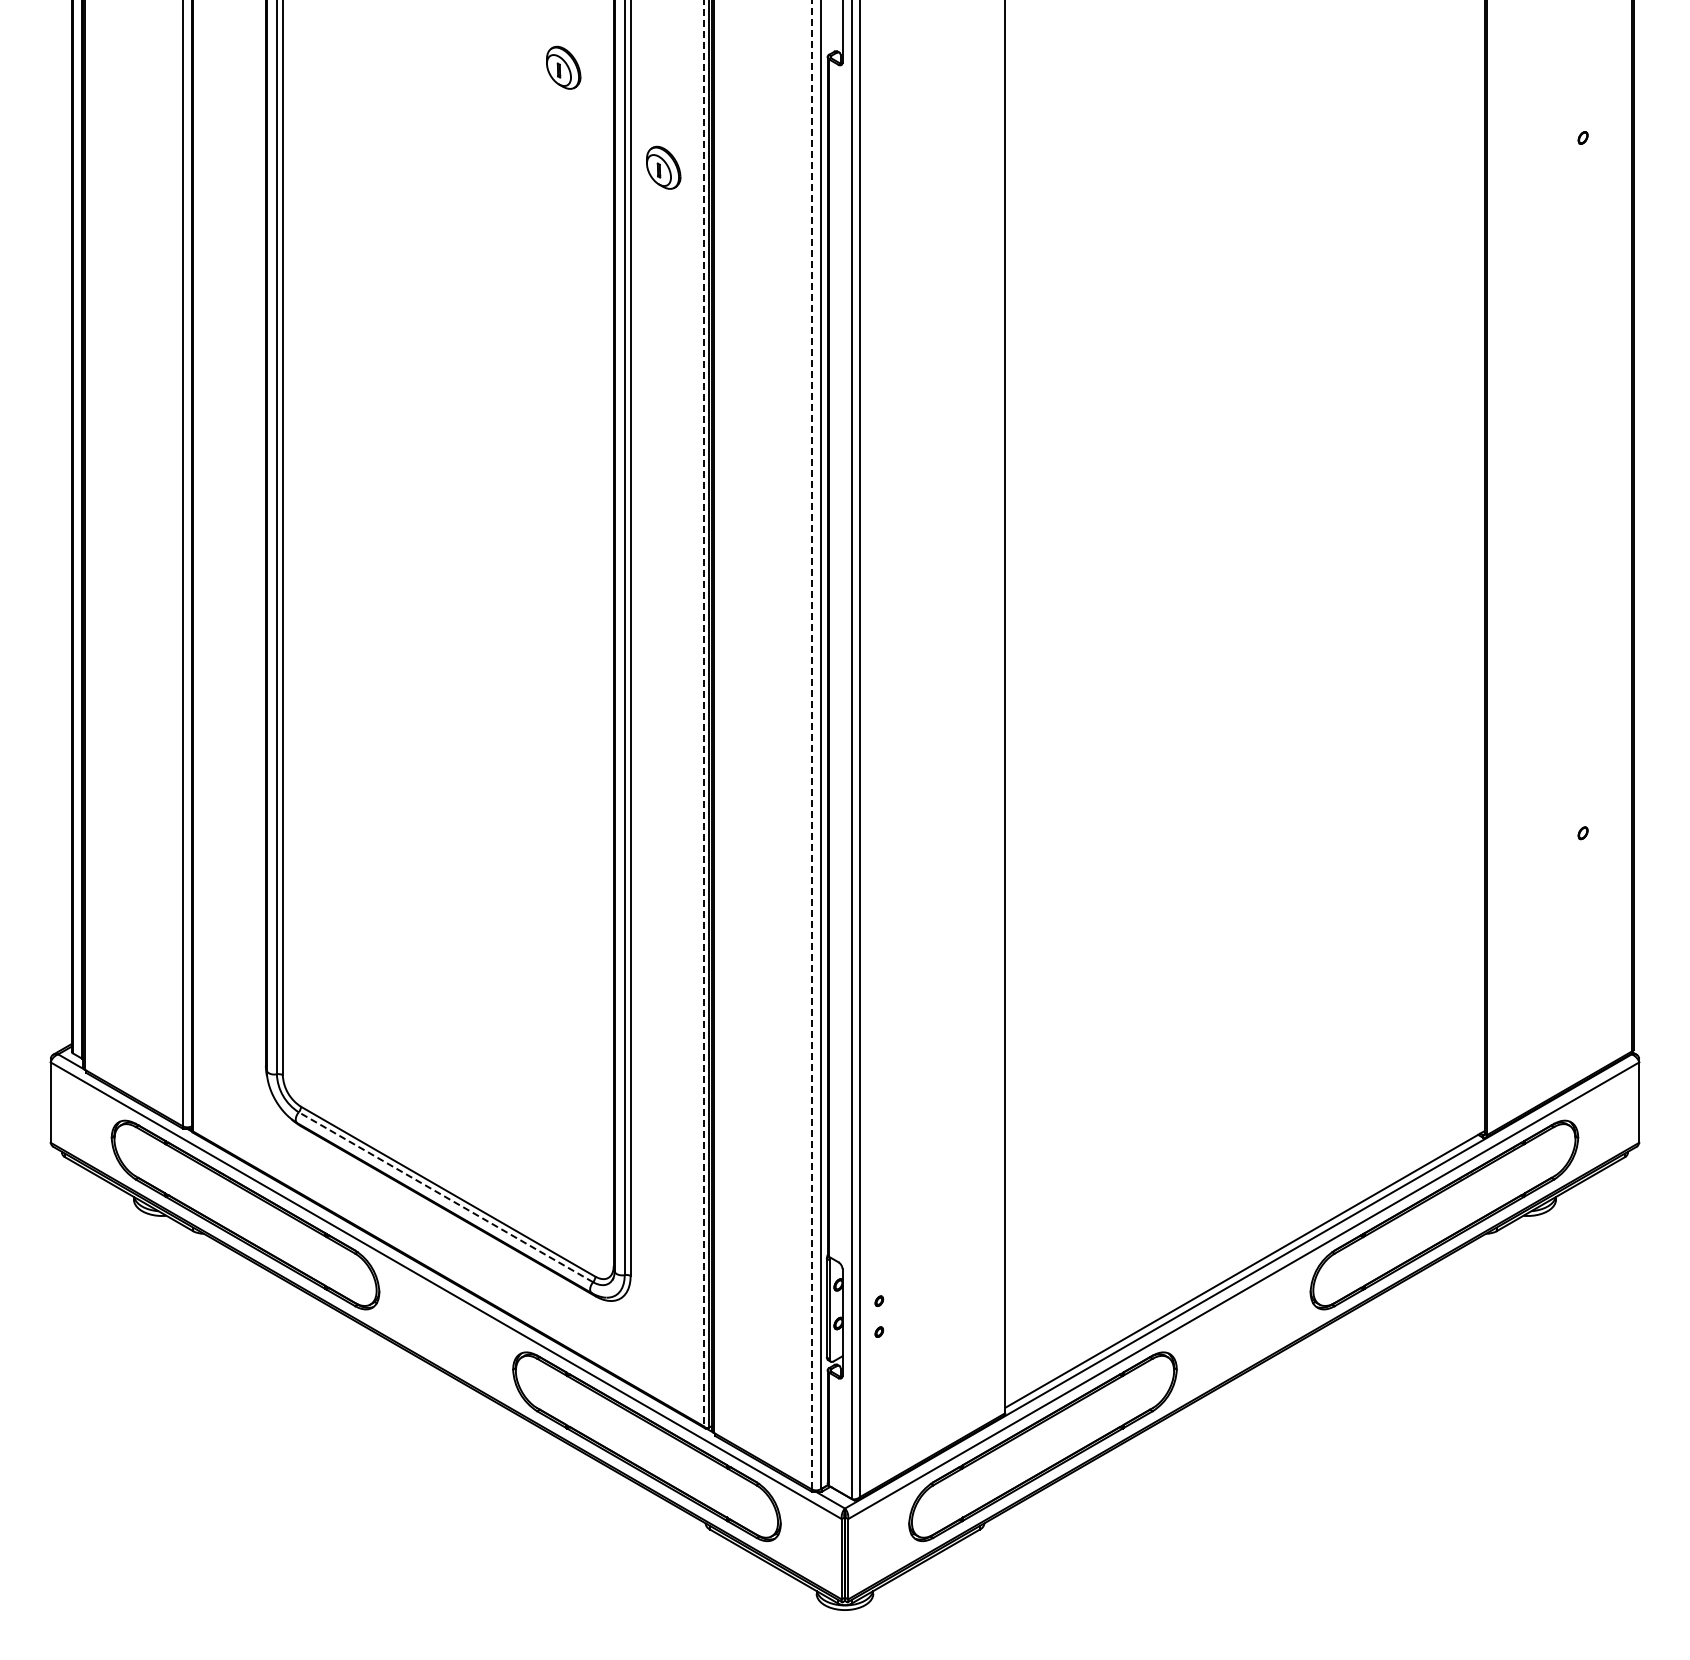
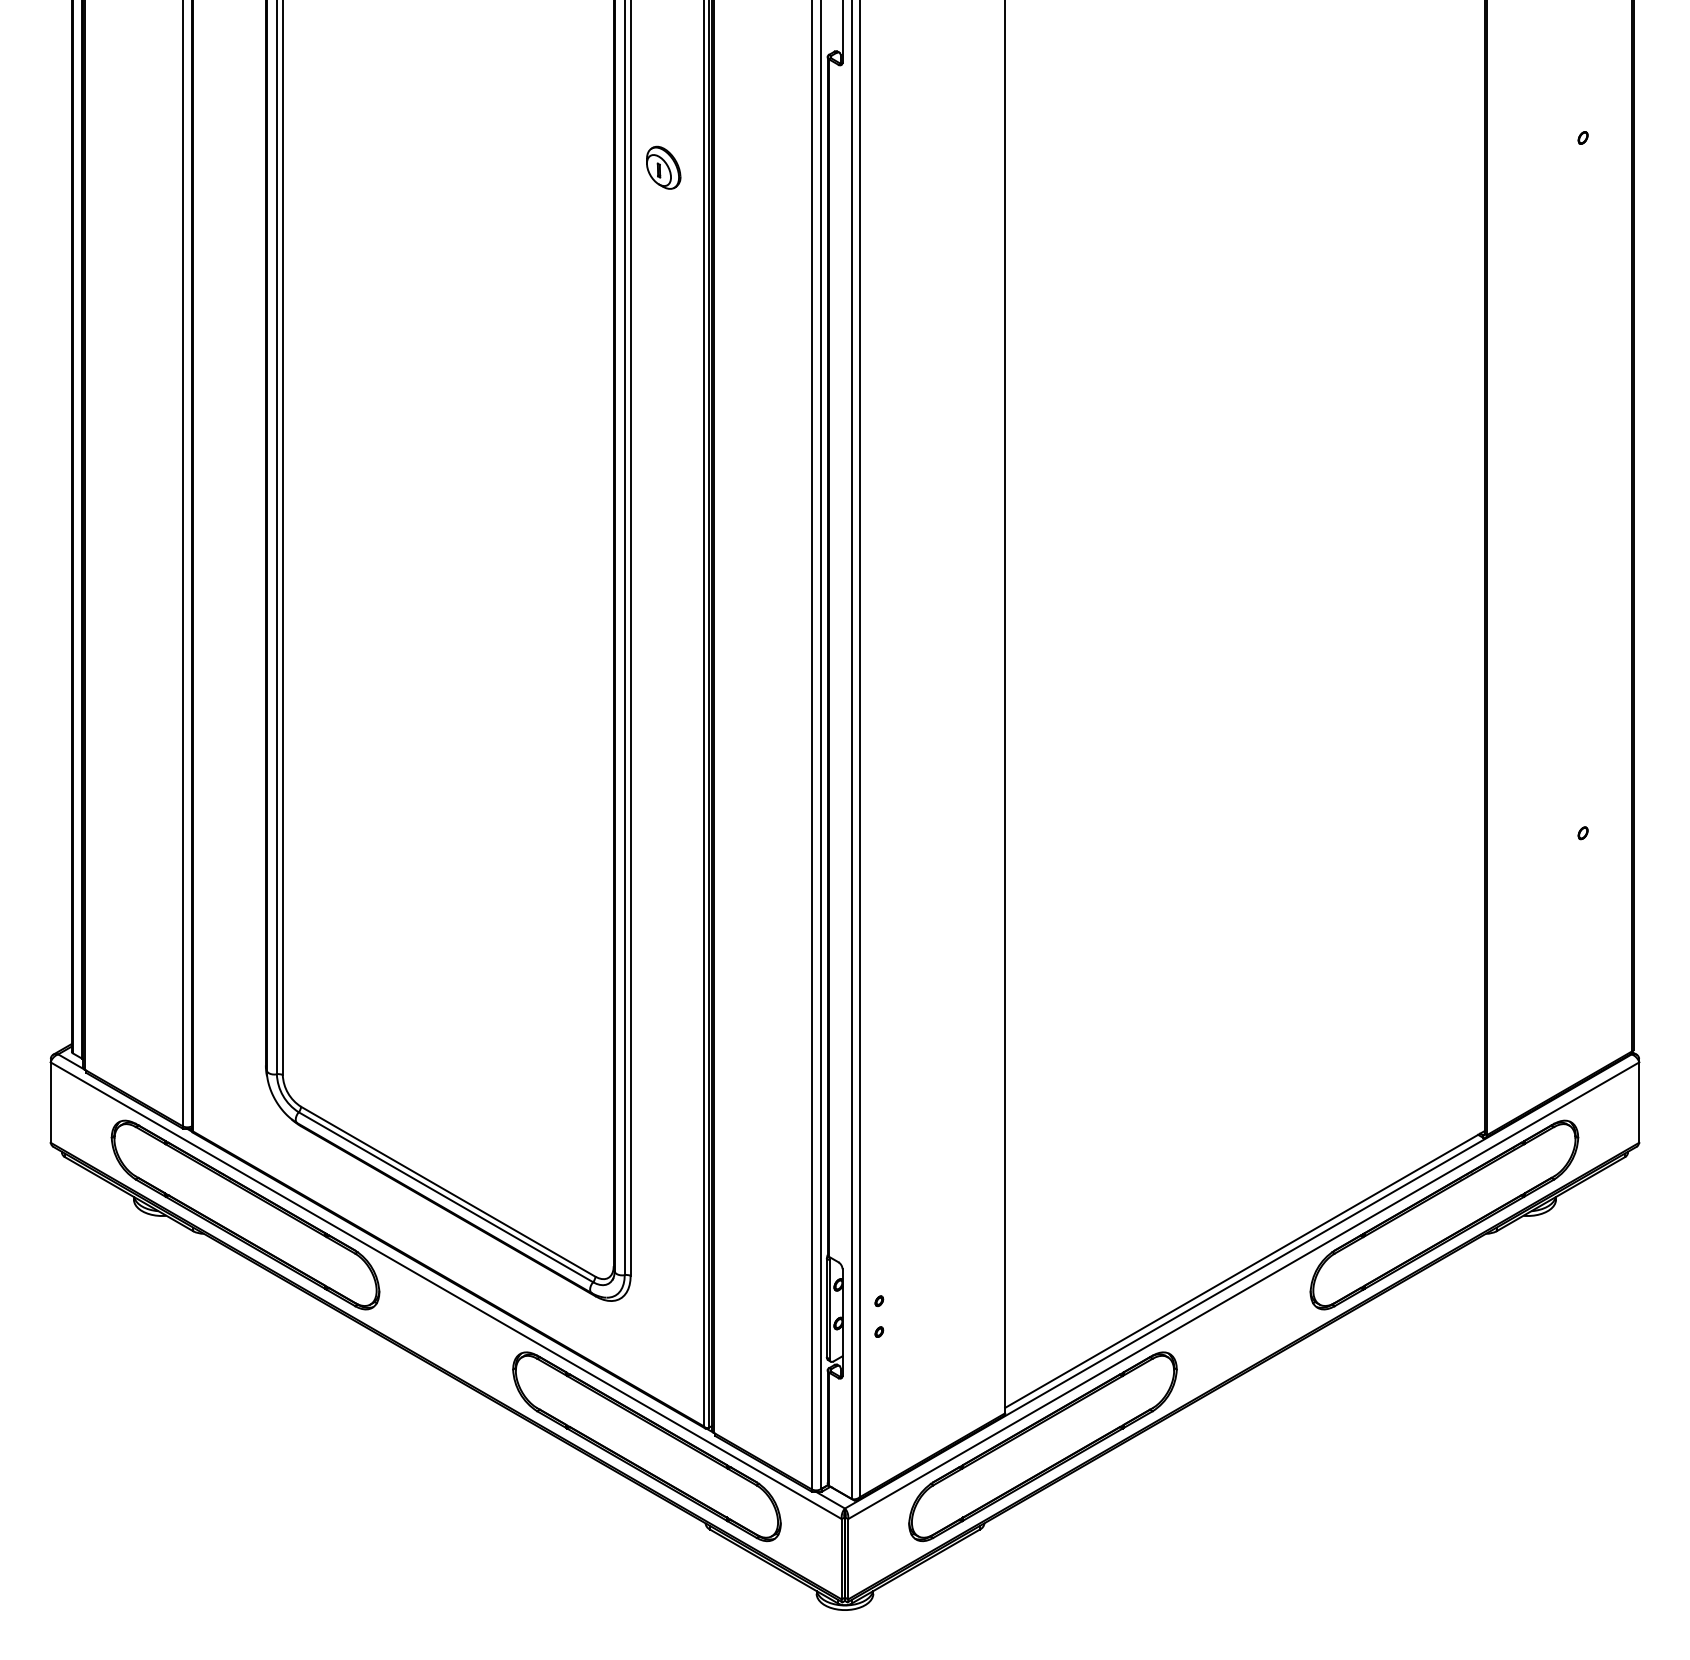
part at (563, 67): present -> none
line at (703, 713): dashed -> solid
line at (811, 744): dashed -> solid
line at (445, 1197): dashed -> solid
